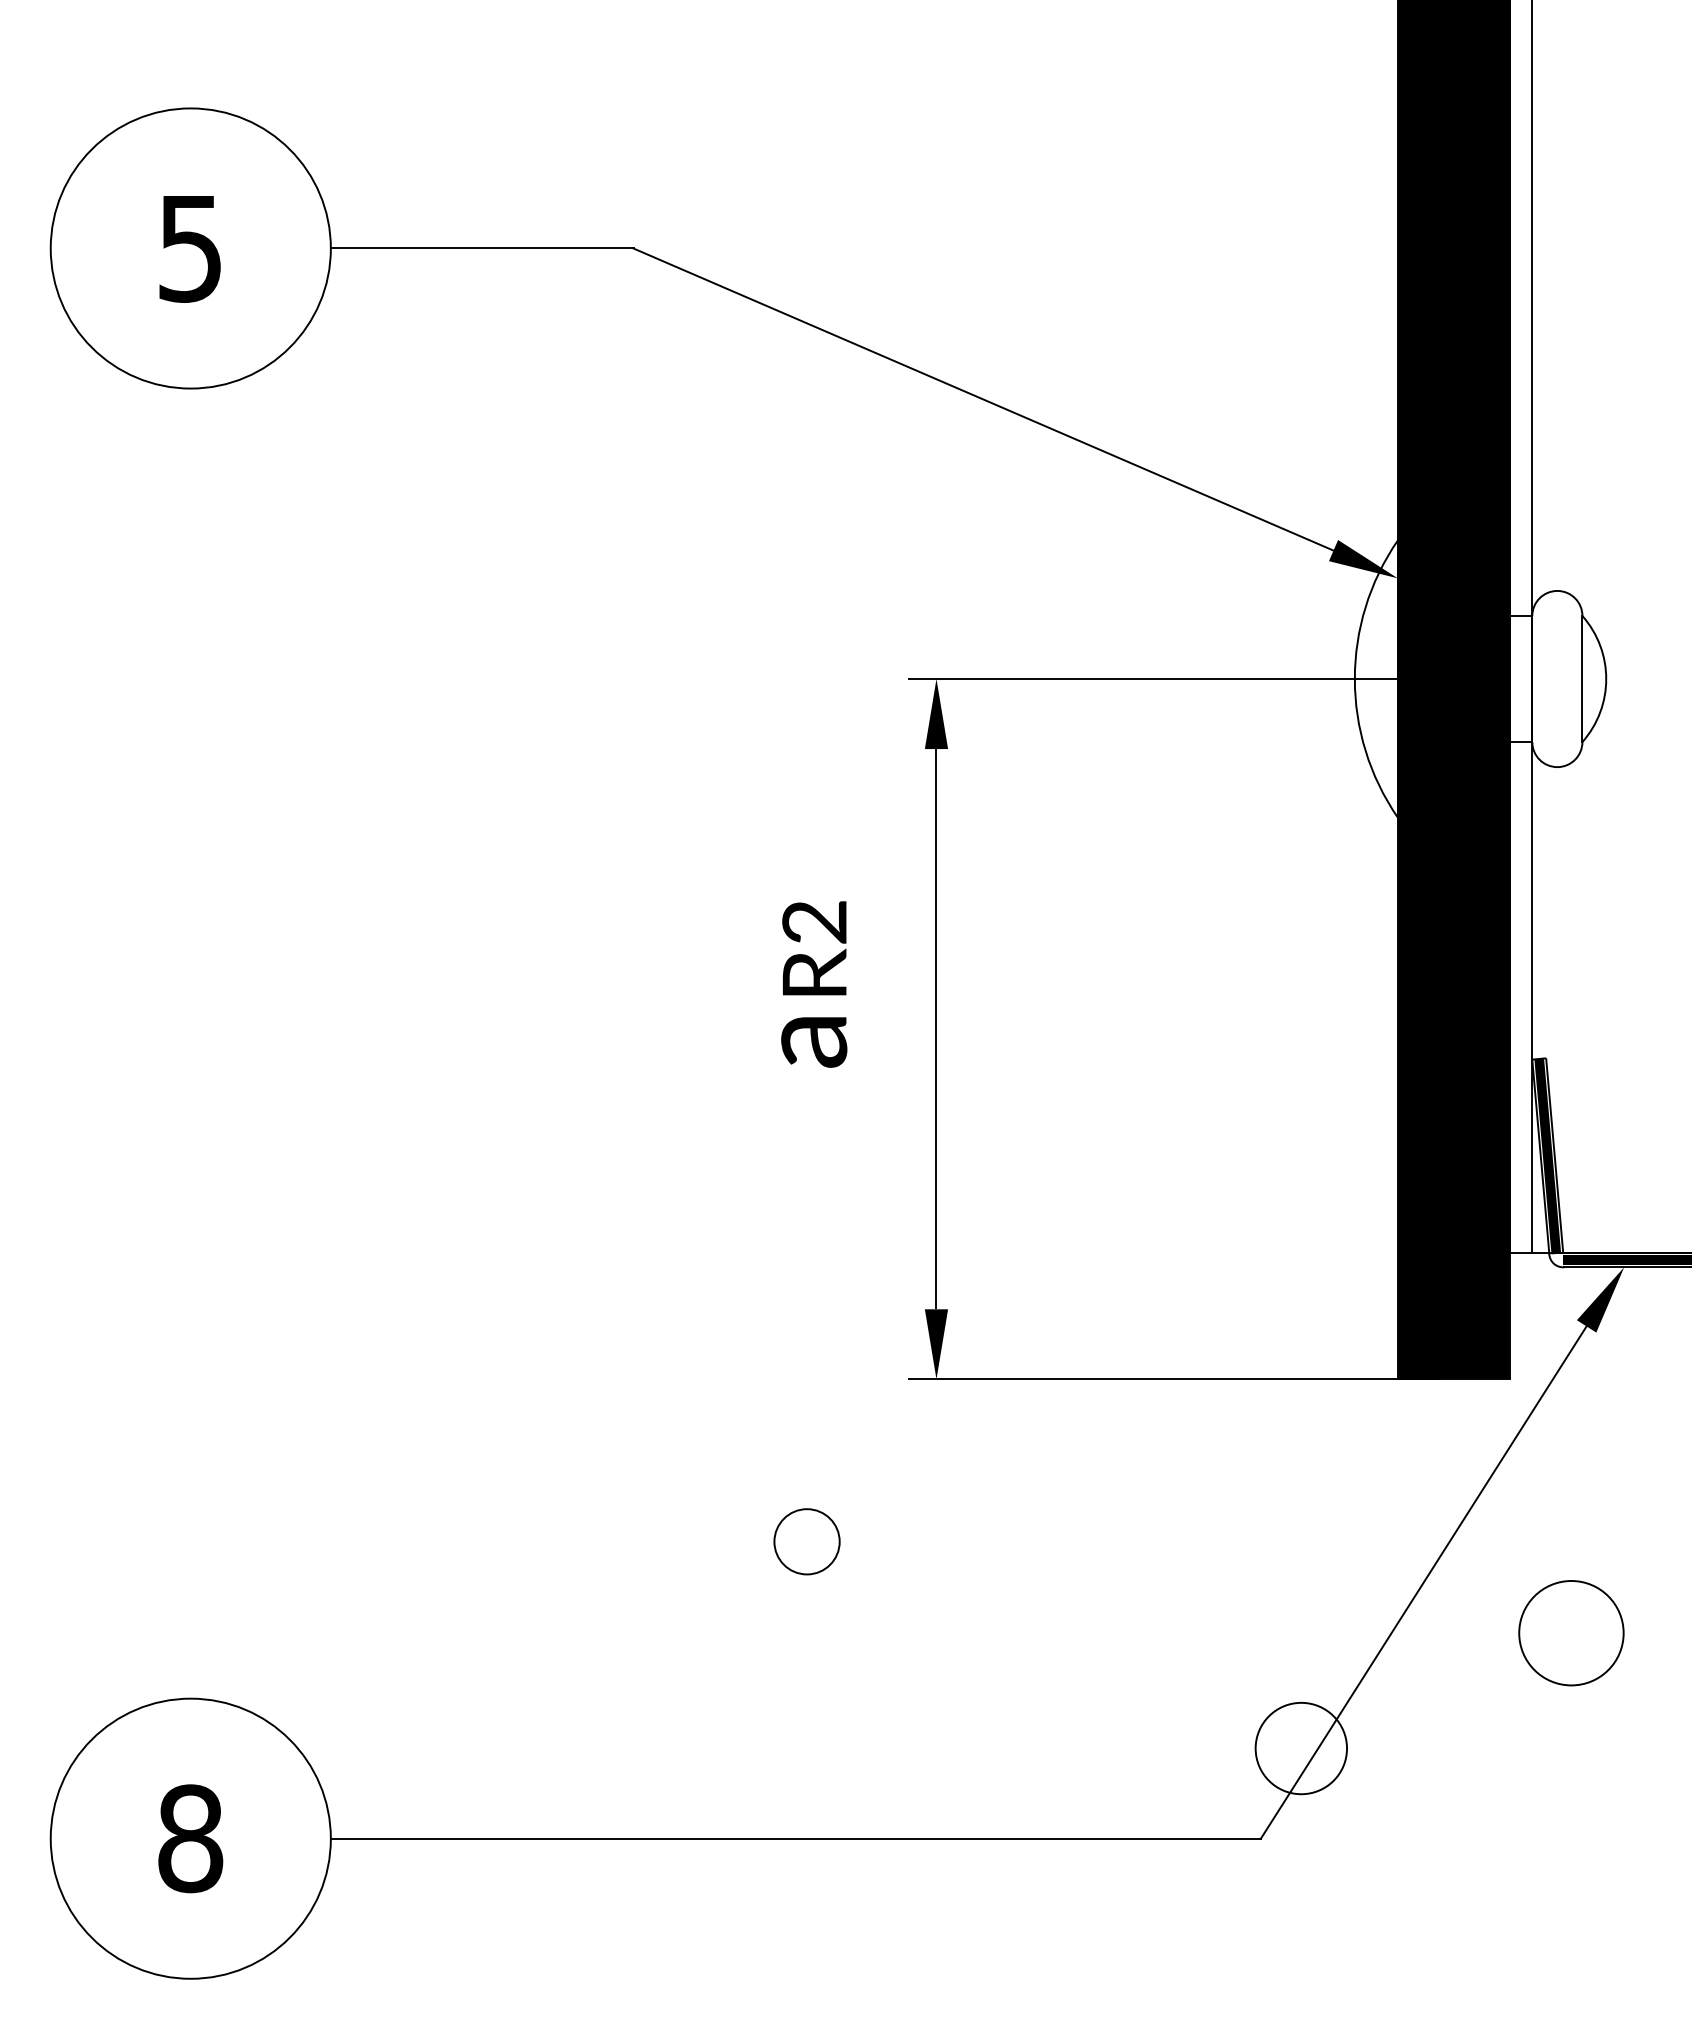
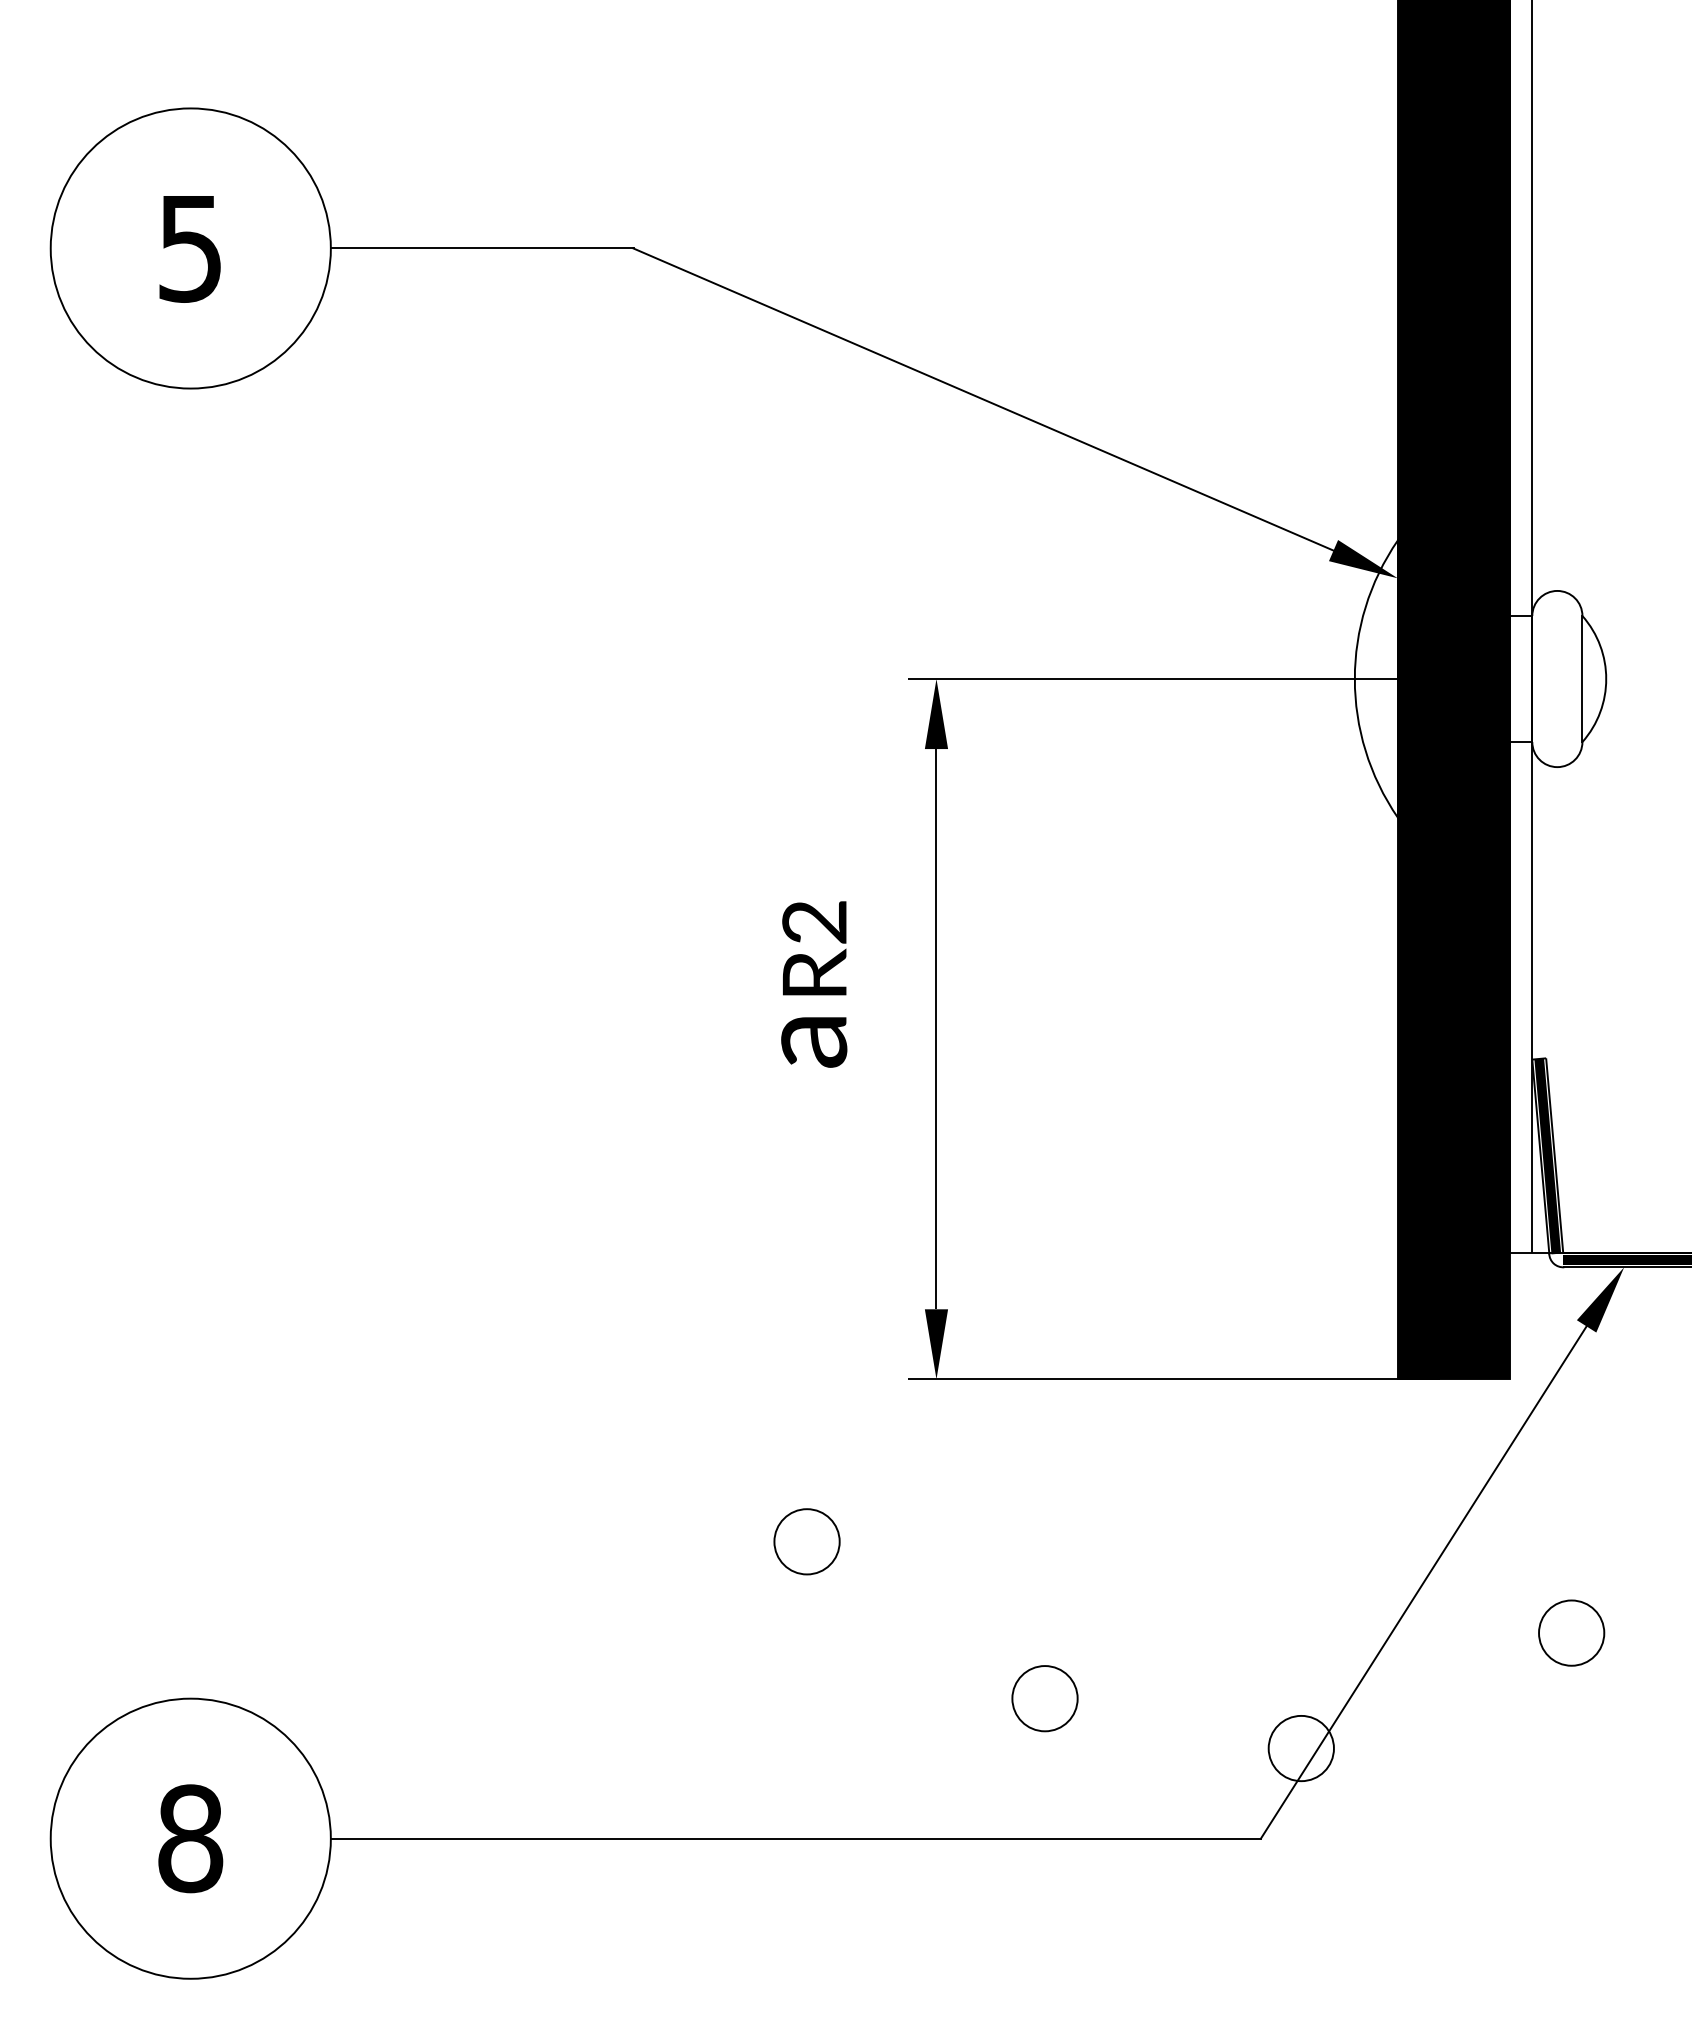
circle at (1571, 1633) size: 107x107 px -> 68x68 px
circle at (1044, 1698): none -> present
circle at (1301, 1748) diameter: 91 px -> 65 px
